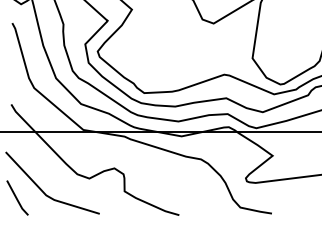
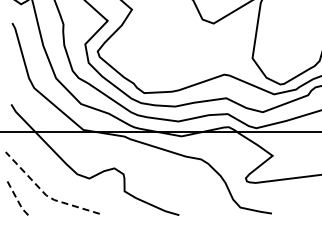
line at (46, 195): solid -> dashed
line at (17, 199): solid -> dashed
